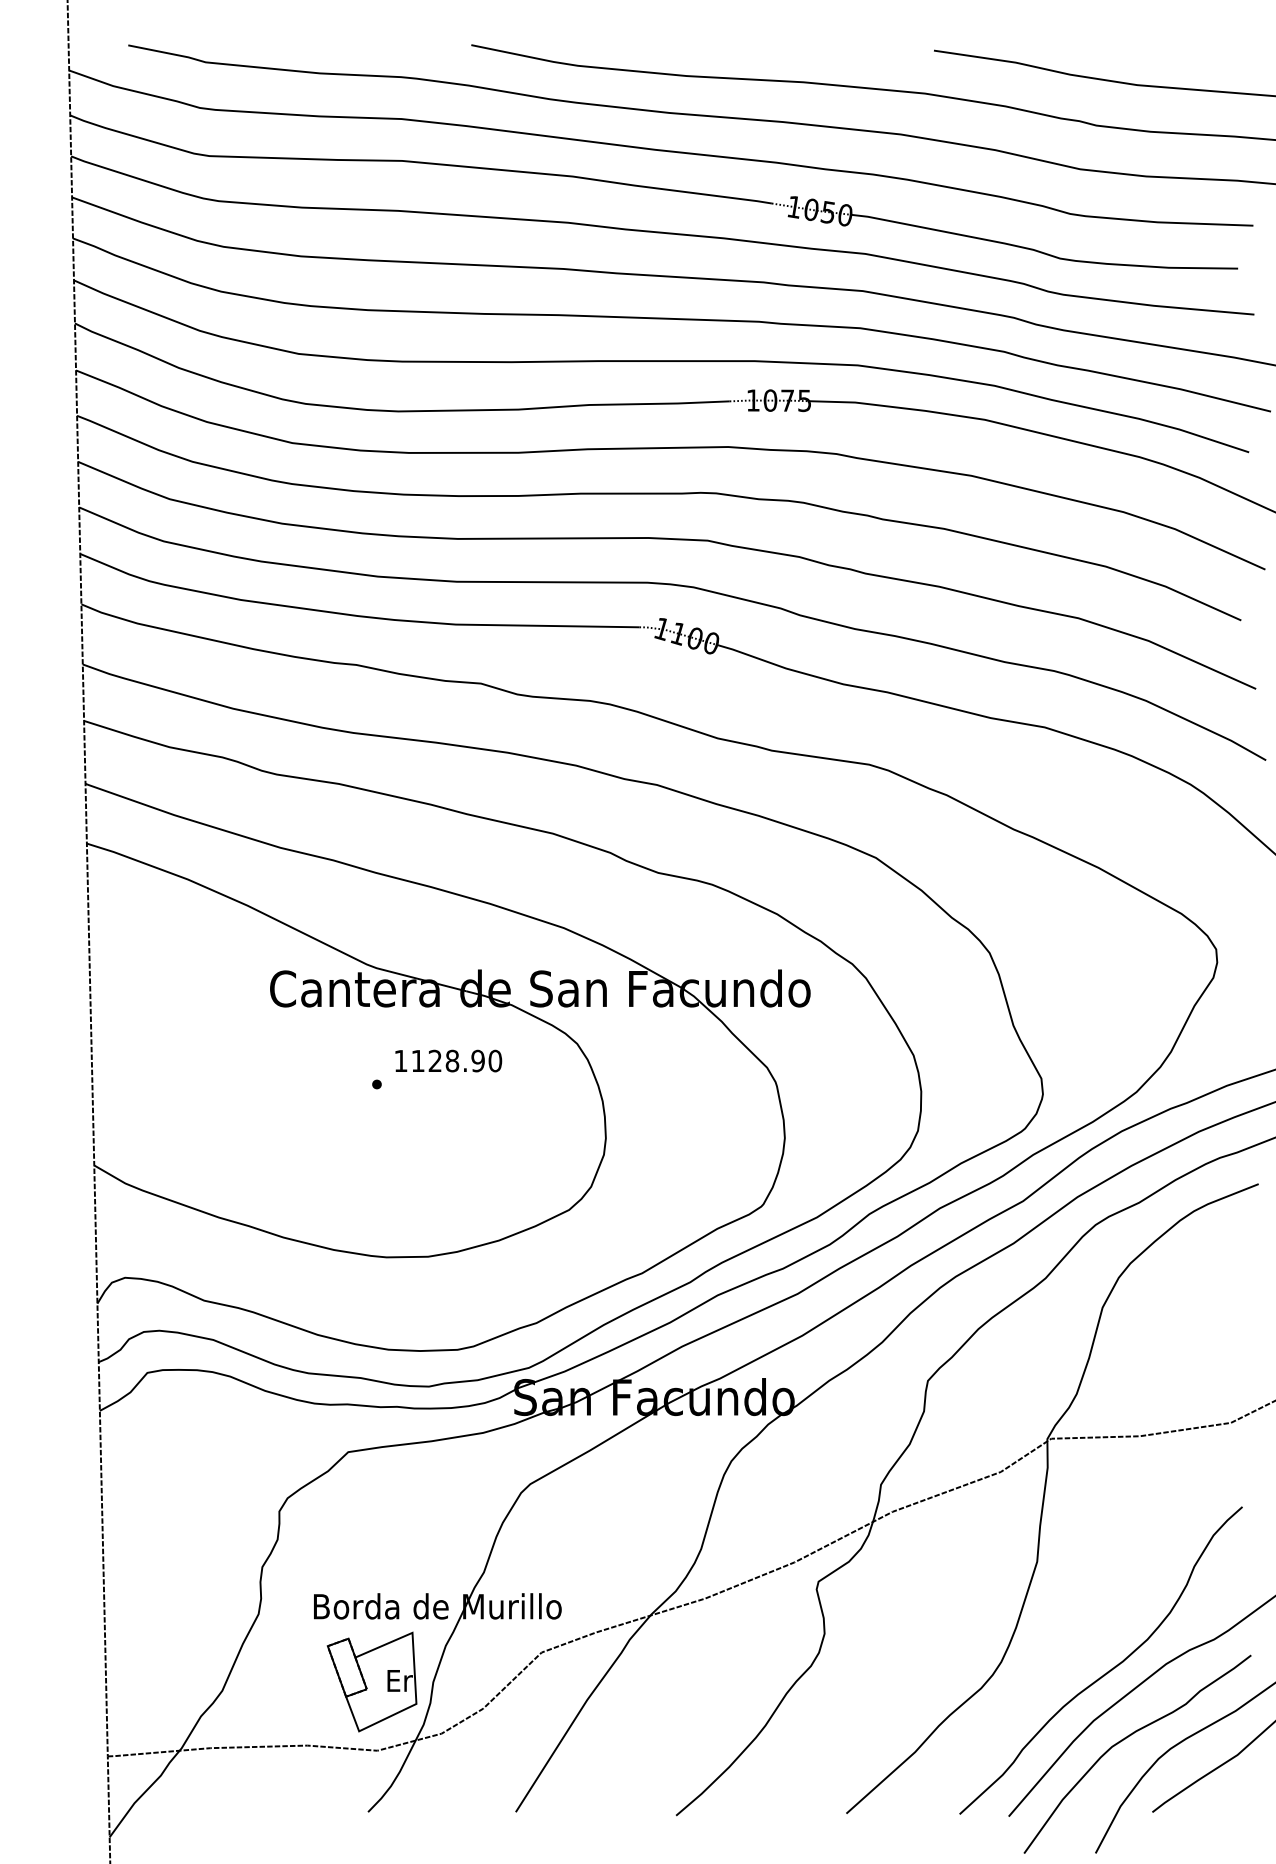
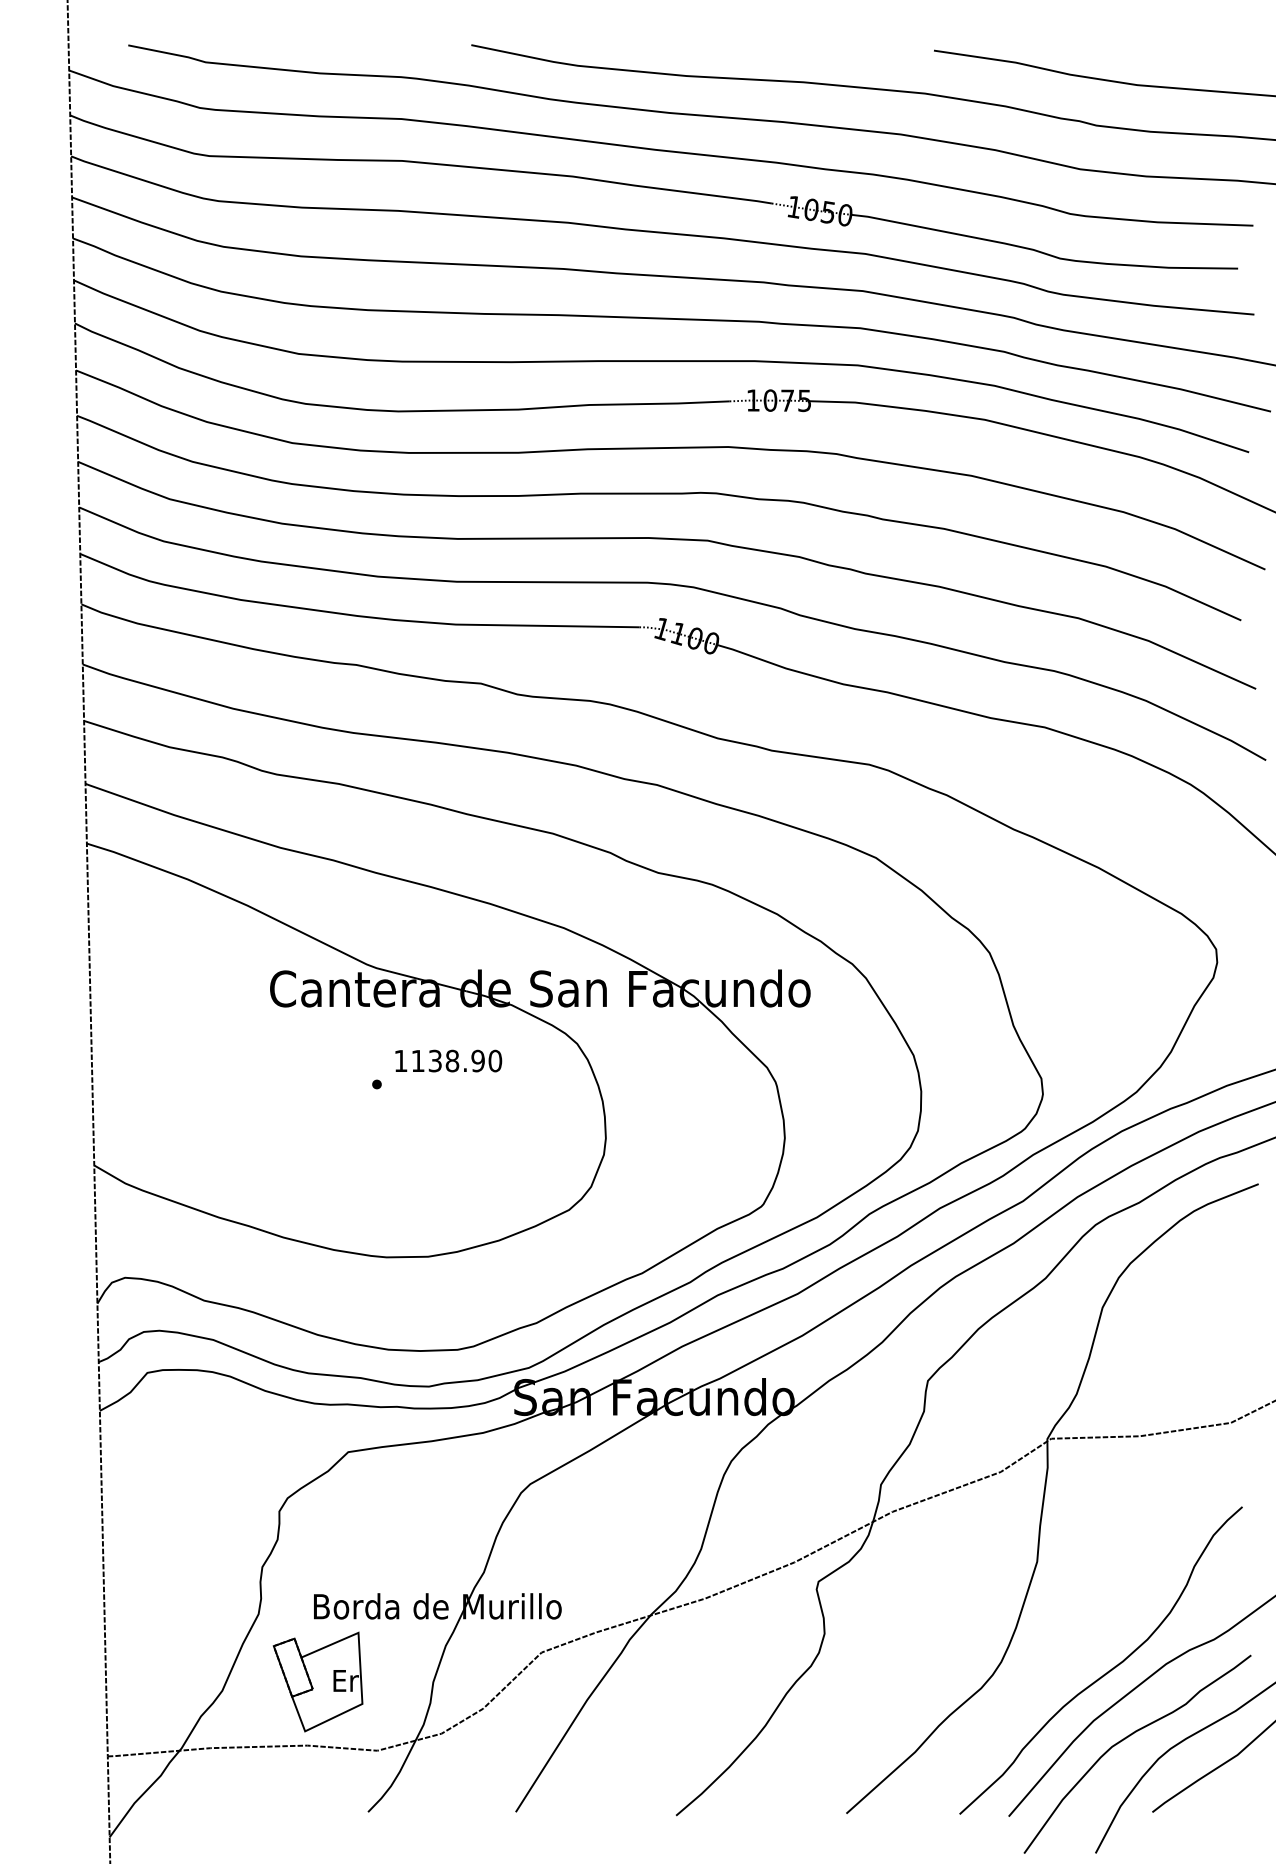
text at (434, 1061): 1128.90 -> 1138.90
part at (371, 1681) position: (371, 1681) -> (317, 1681)
